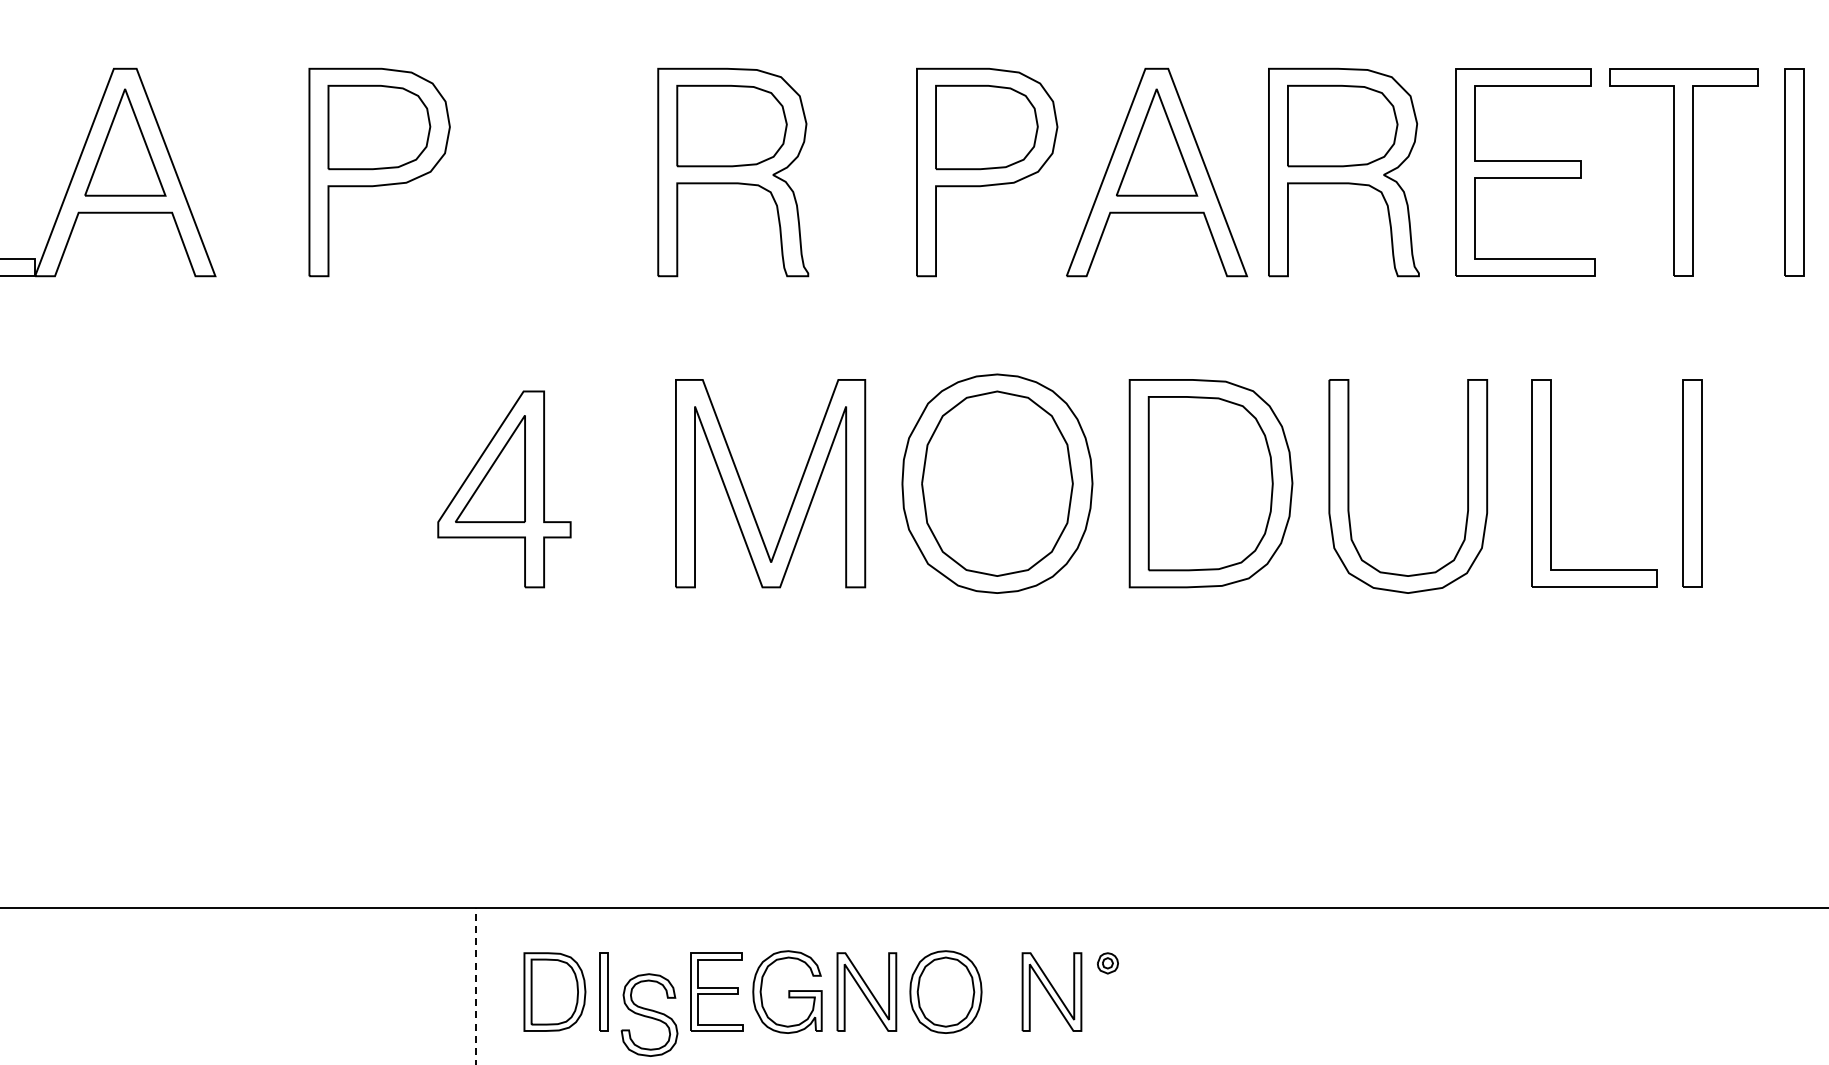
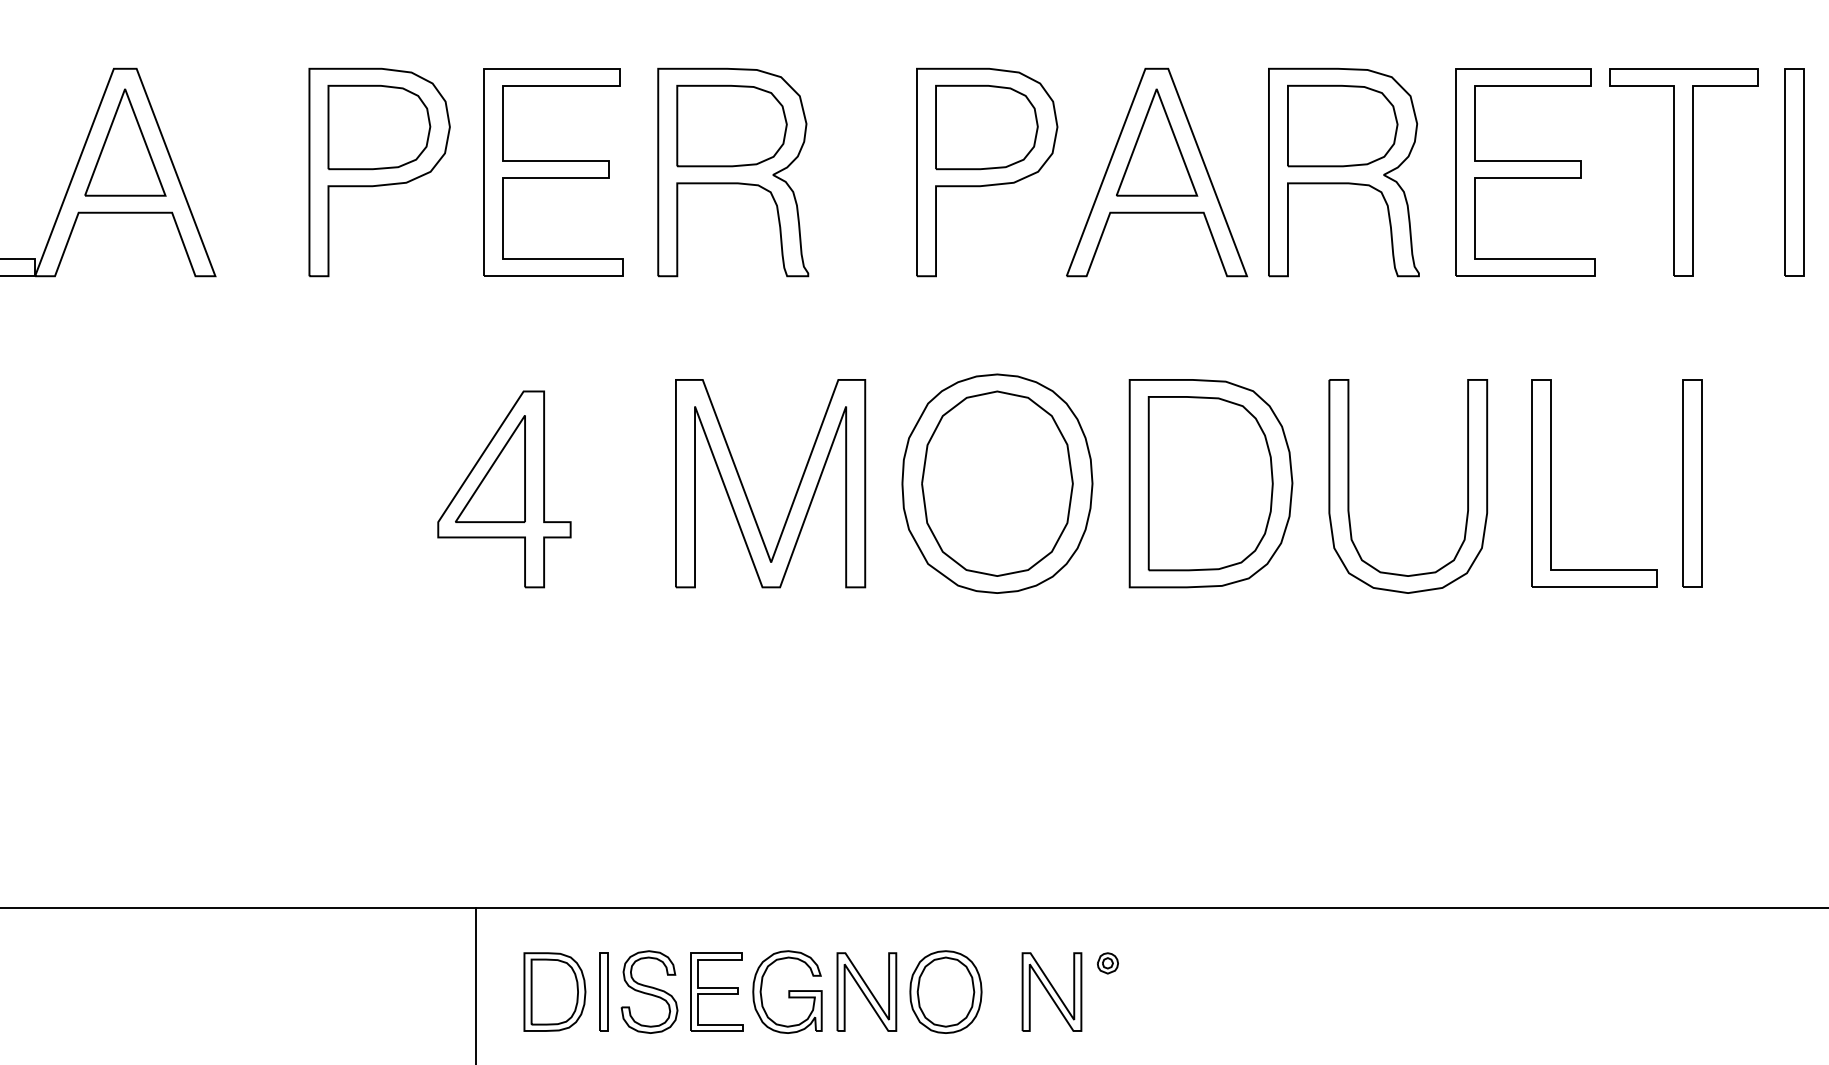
part at (553, 172): none -> present
line at (475, 985): dashed -> solid
part at (649, 1014) position: (649, 1014) -> (649, 991)
